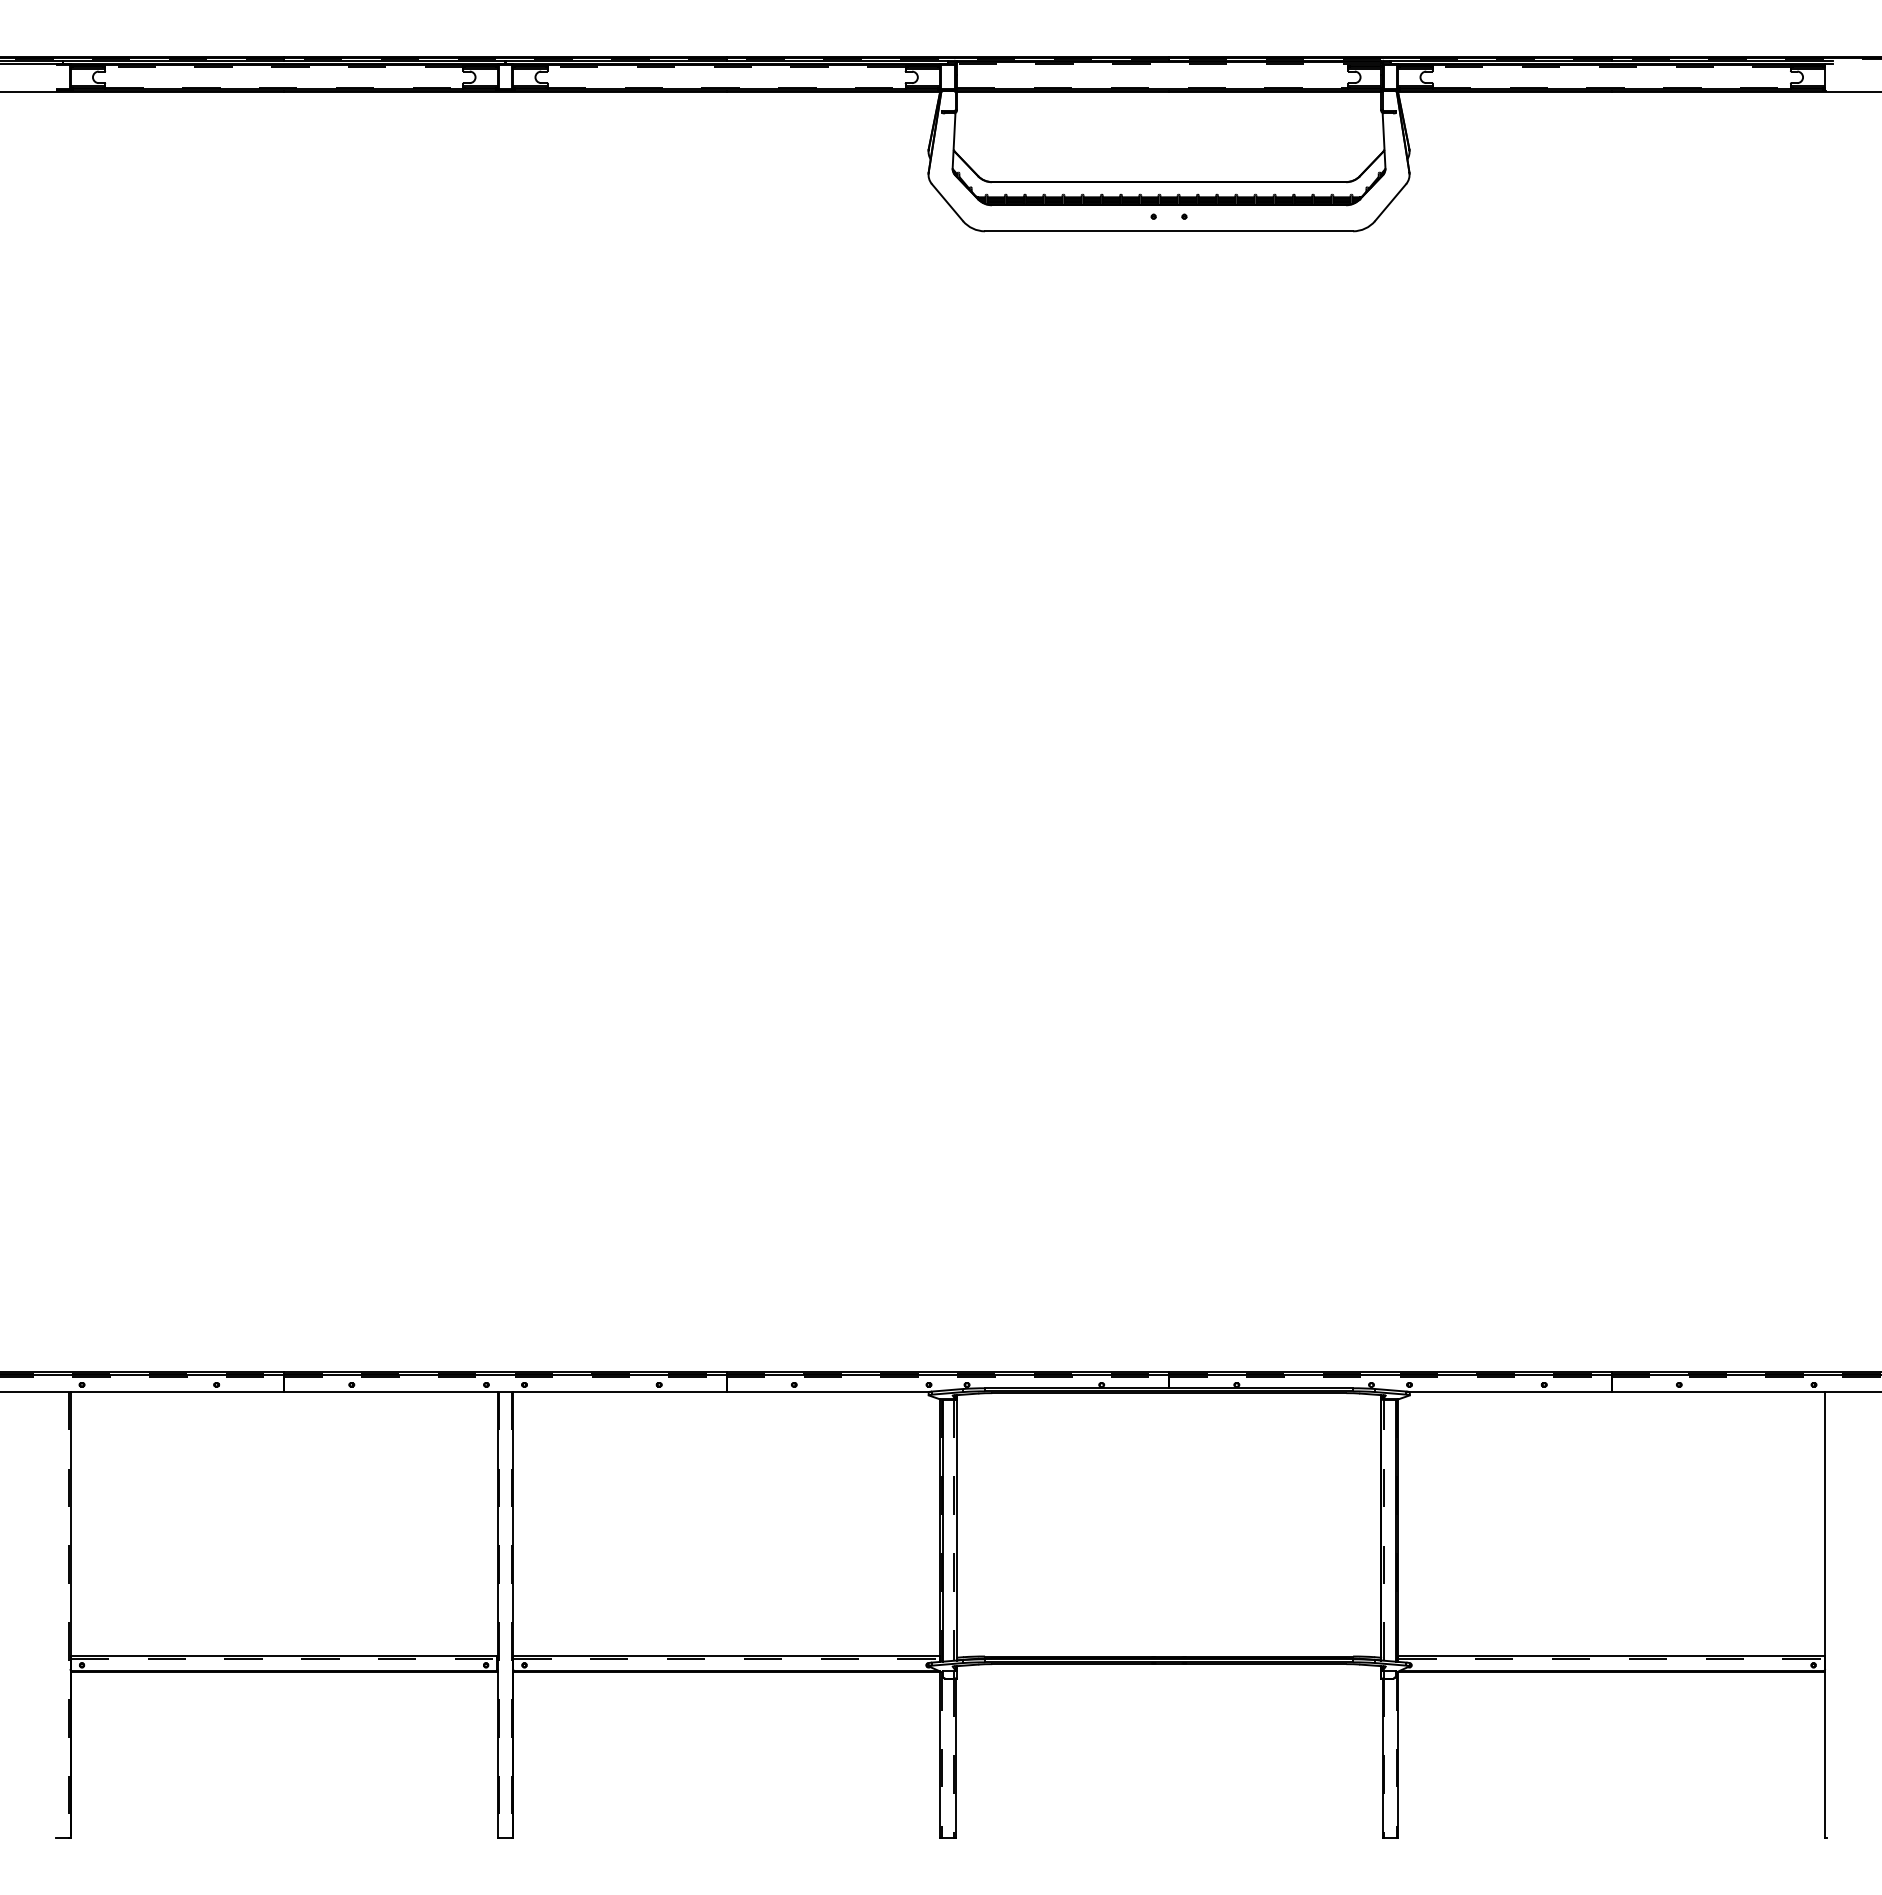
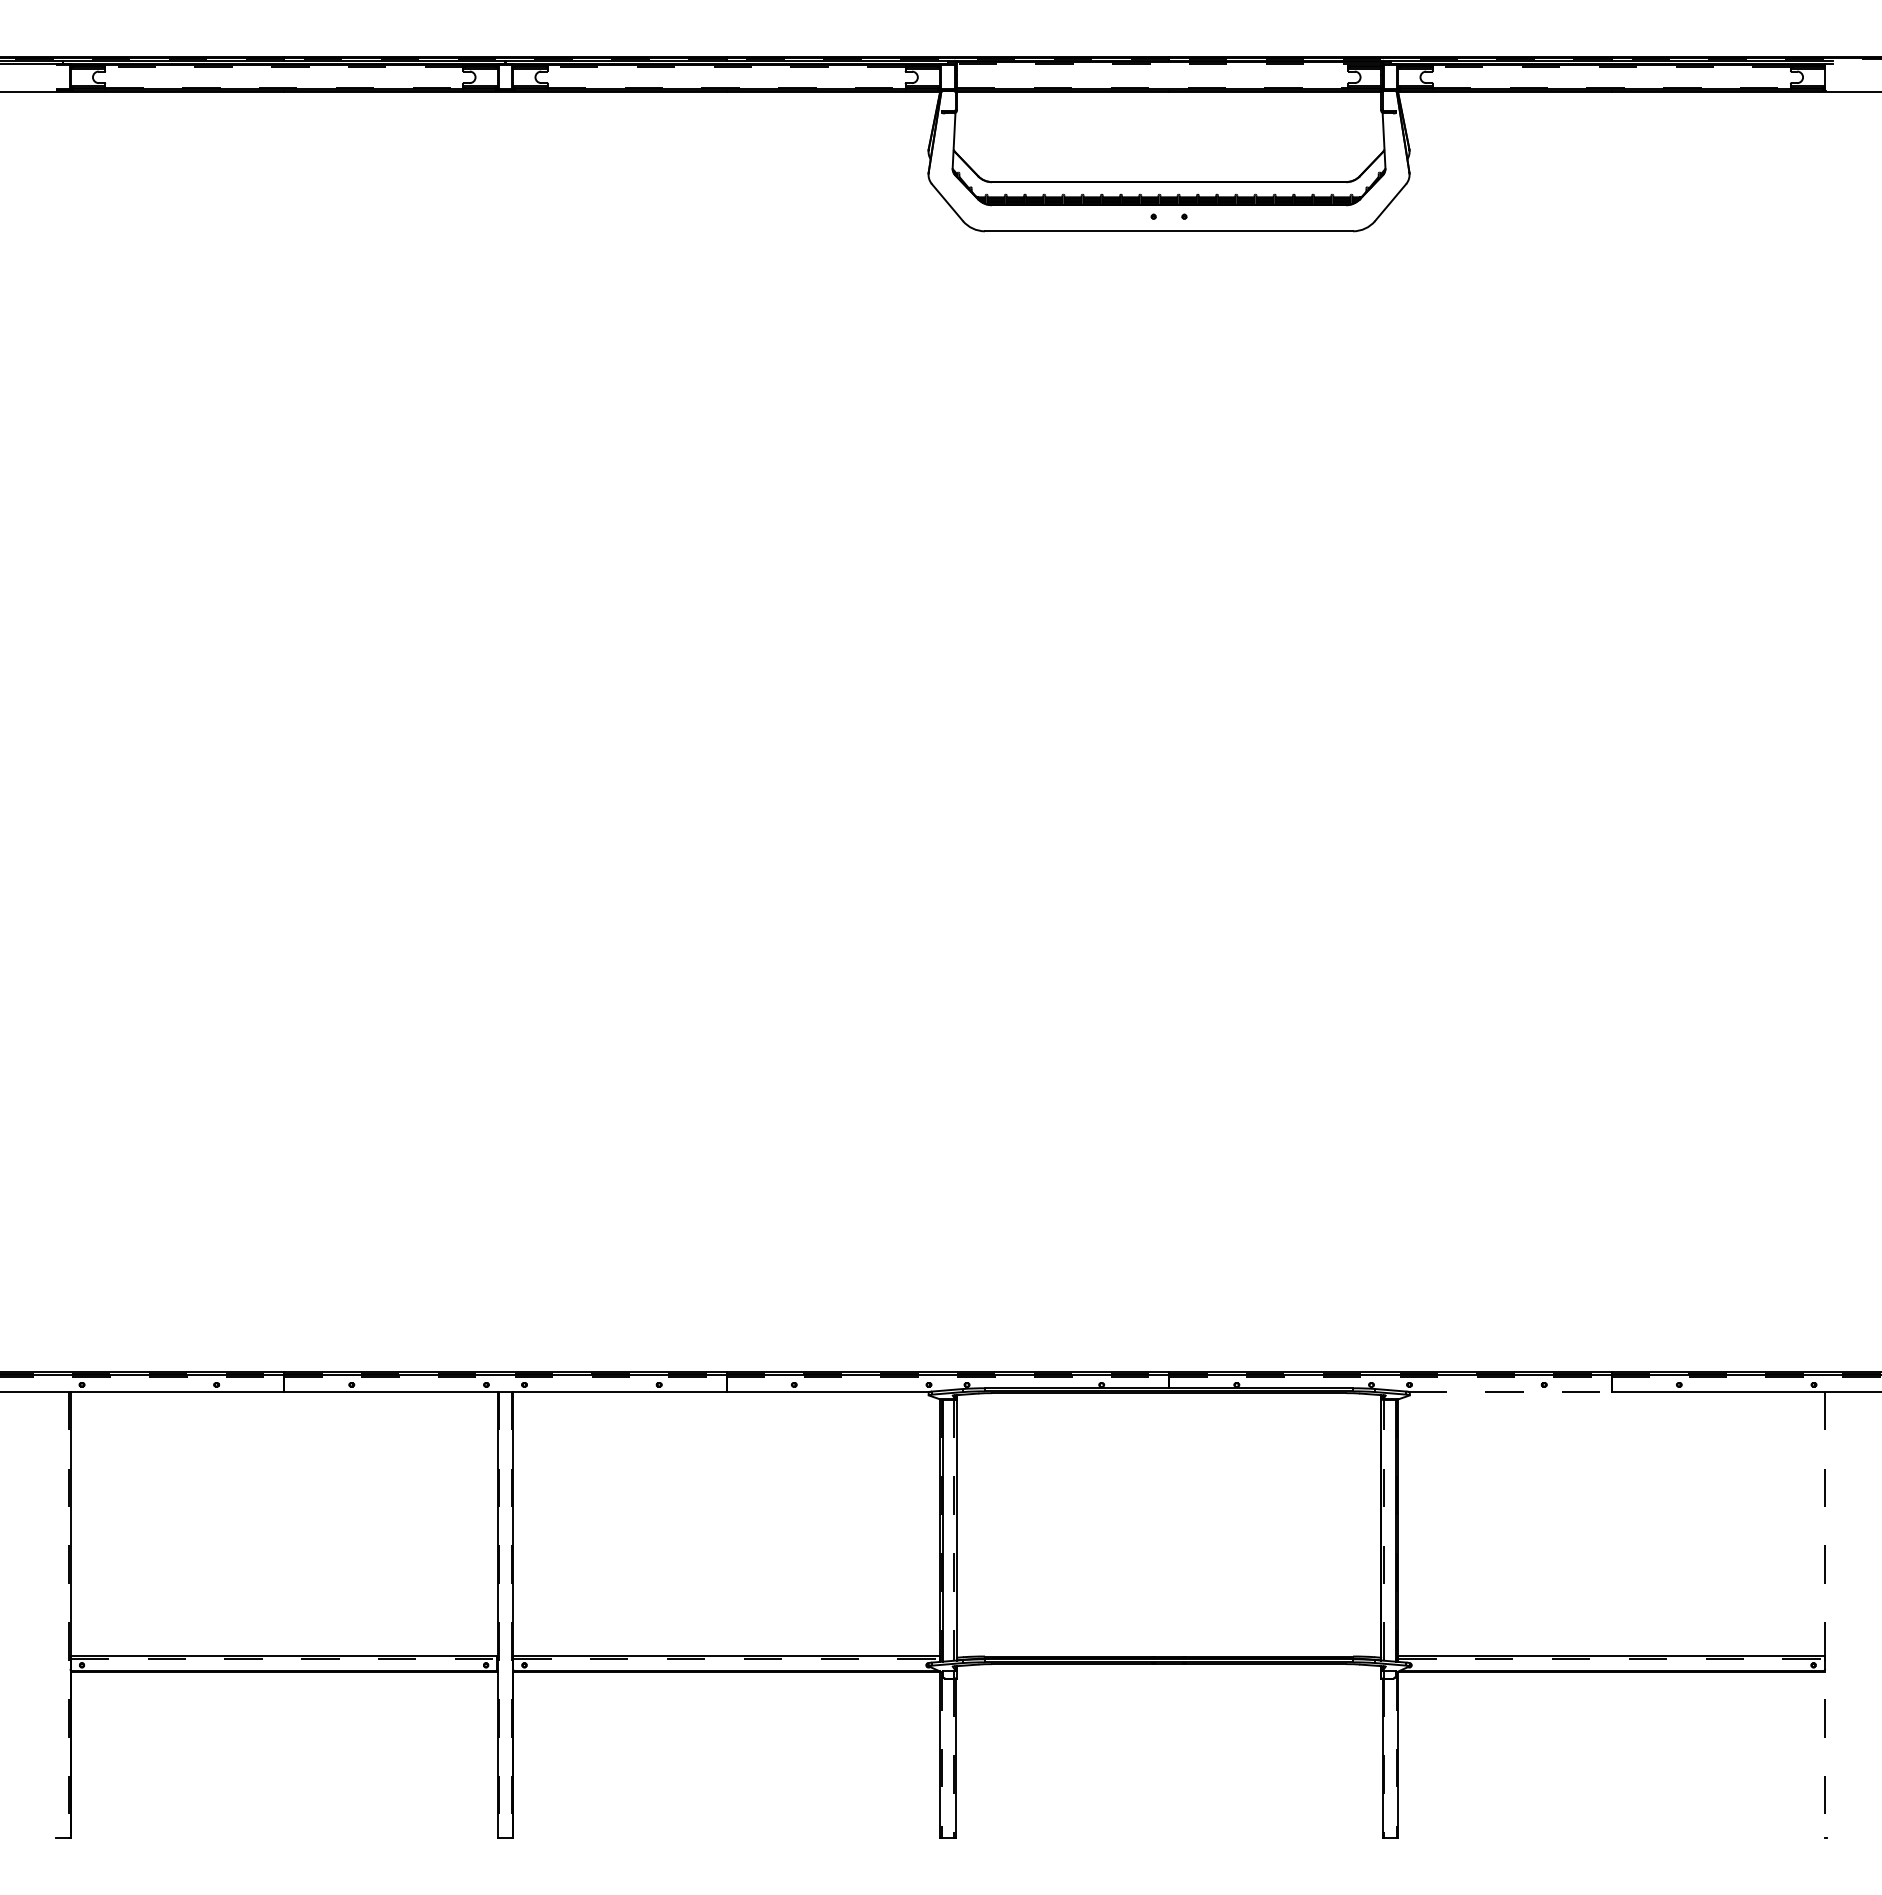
line at (1510, 1391): solid -> dashed
line at (1825, 1615): solid -> dashed
